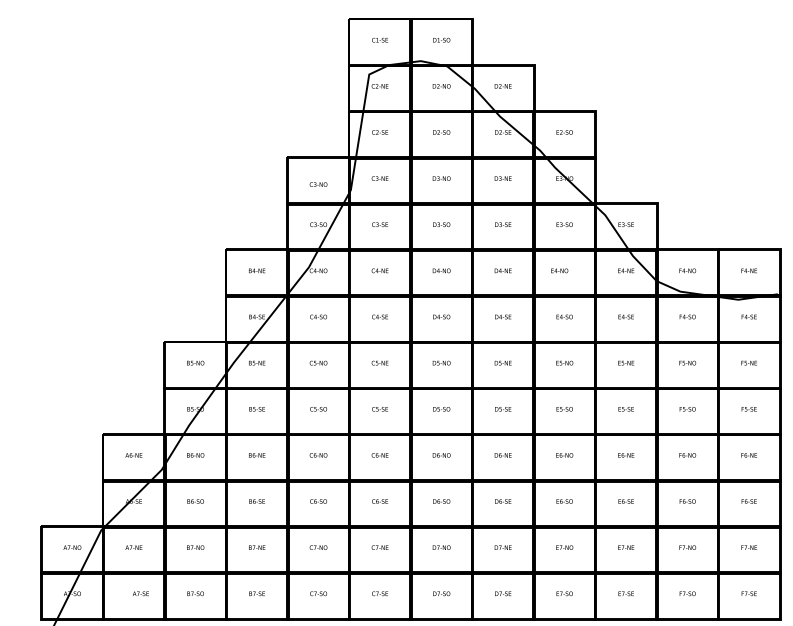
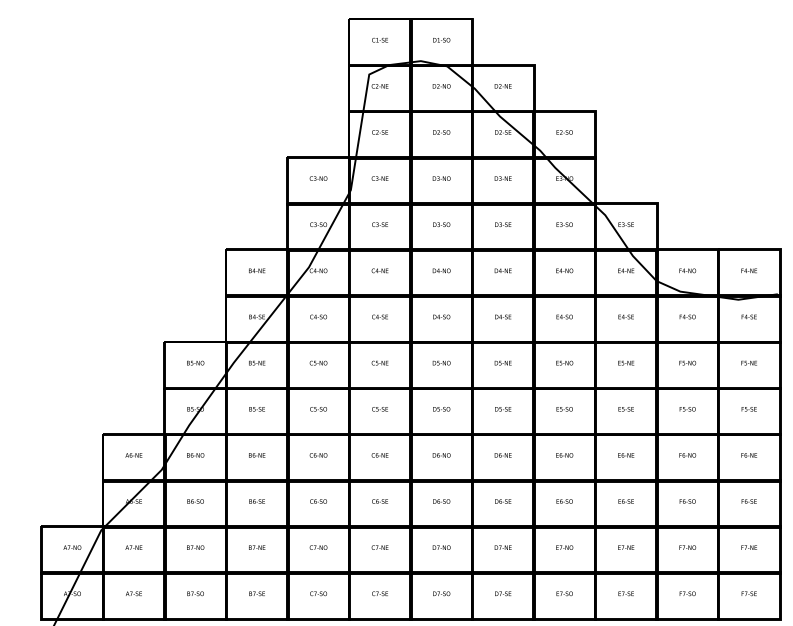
text at (318, 184) position: (318, 184) -> (318, 178)
text at (559, 270) position: (559, 270) -> (564, 270)
text at (140, 593) position: (140, 593) -> (133, 593)
